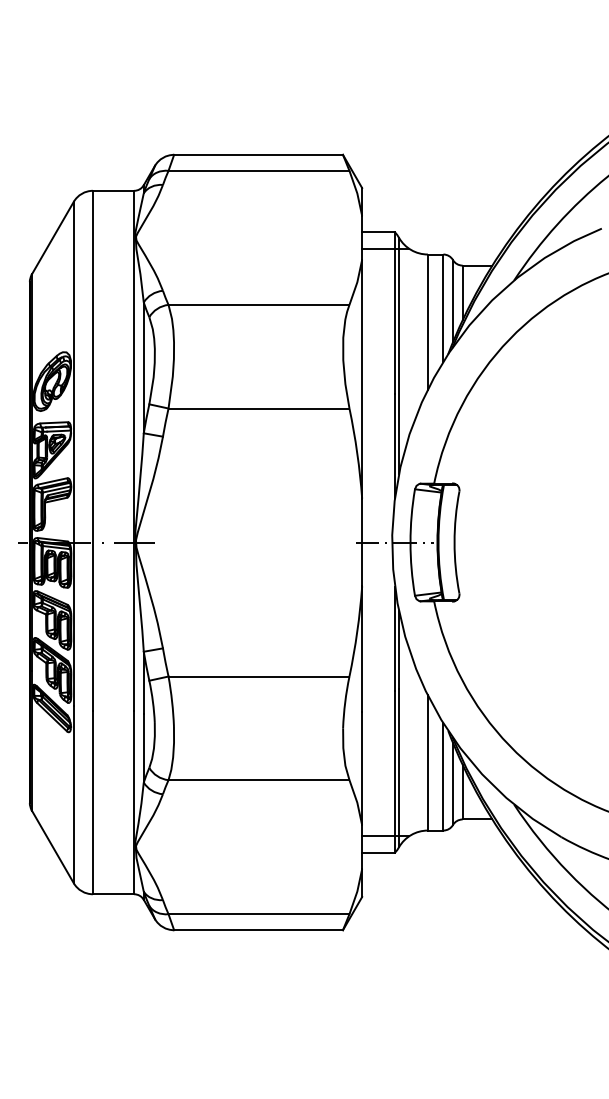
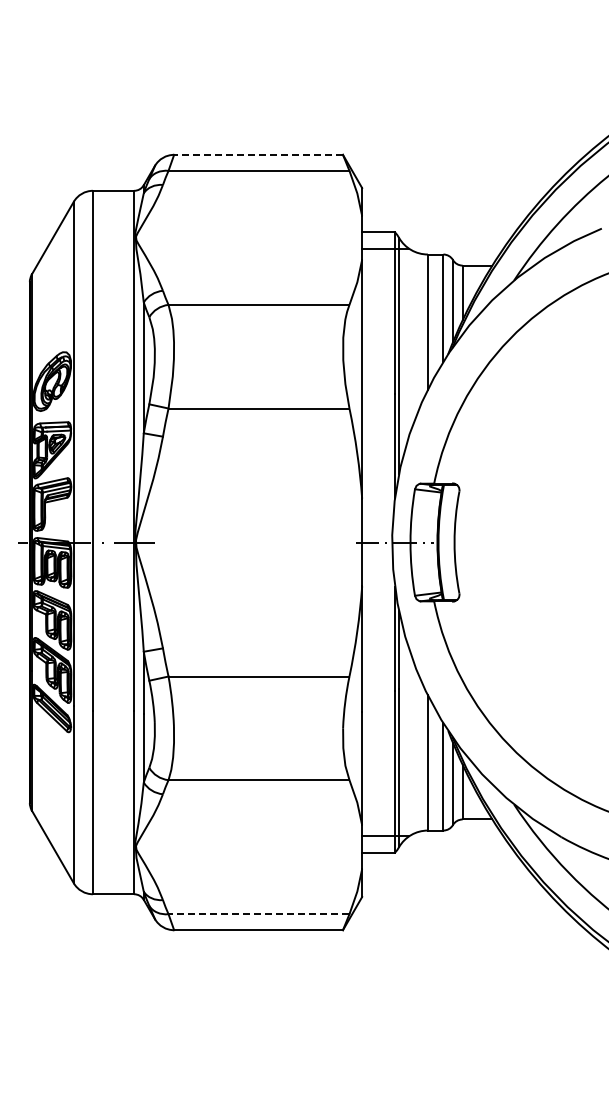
line at (258, 154): solid -> dashed
line at (258, 914): solid -> dashed
